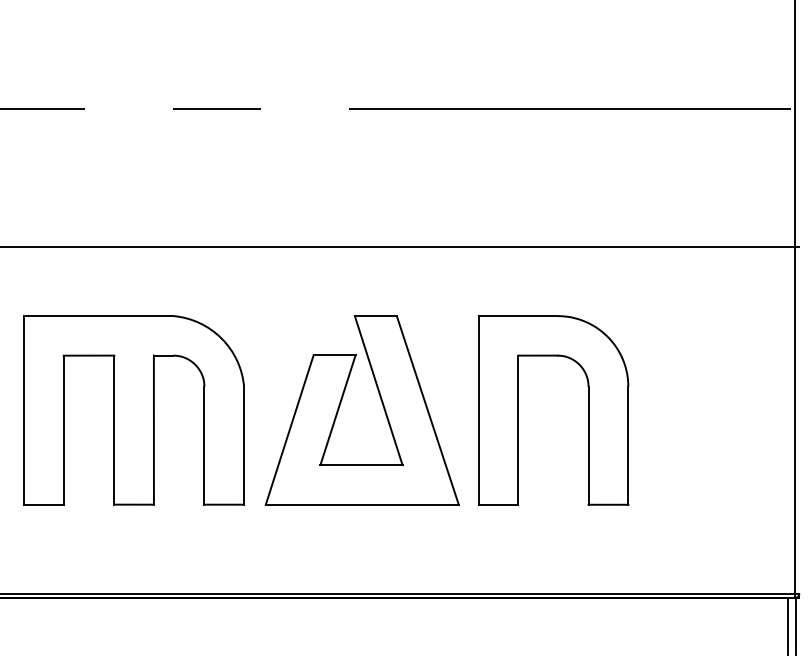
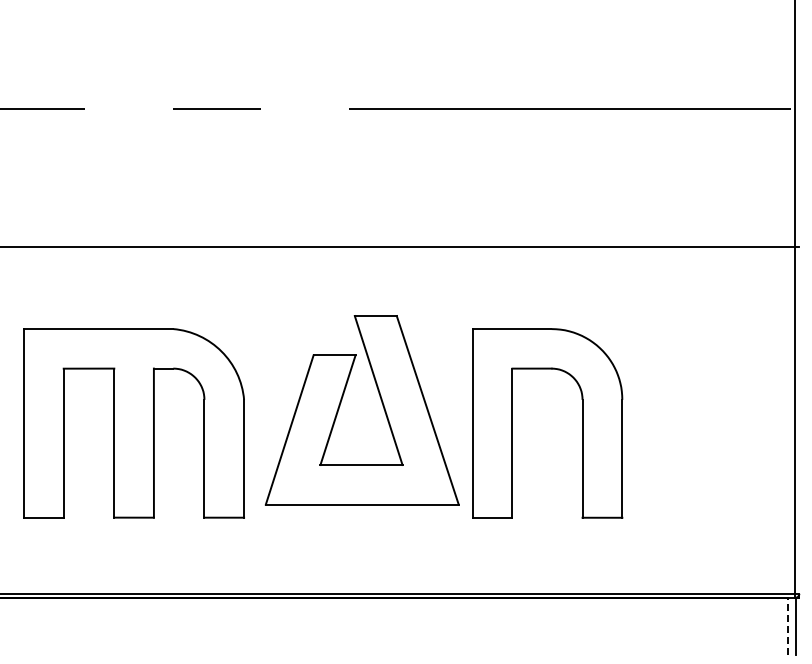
part at (133, 410) position: (133, 410) -> (133, 423)
part at (518, 410) position: (518, 410) -> (512, 423)
line at (787, 626): solid -> dashed
